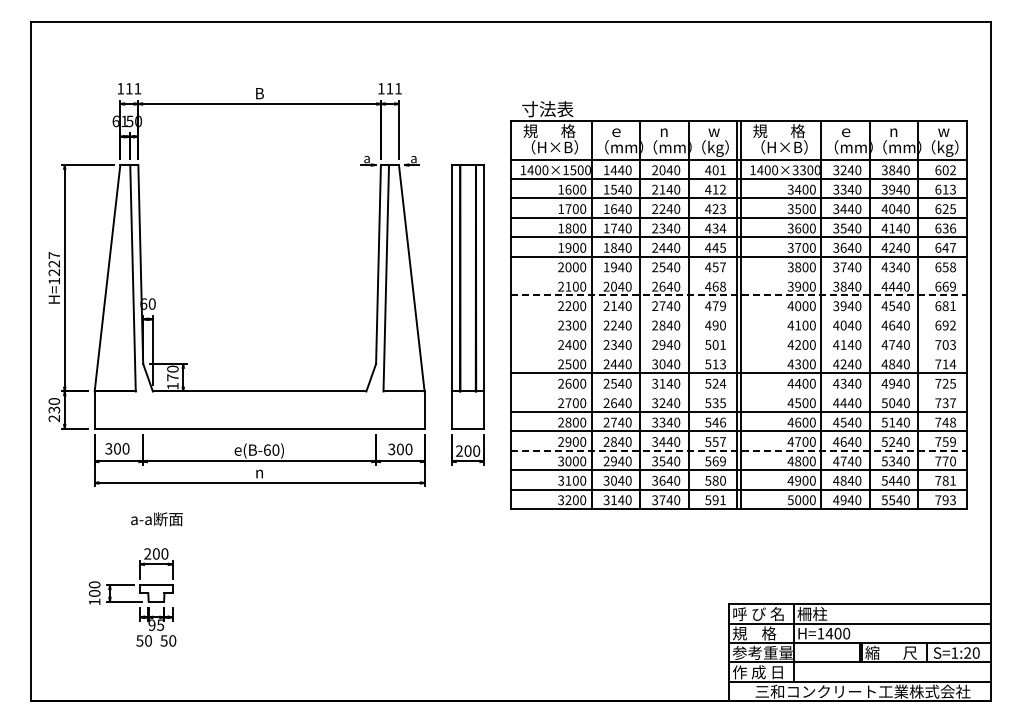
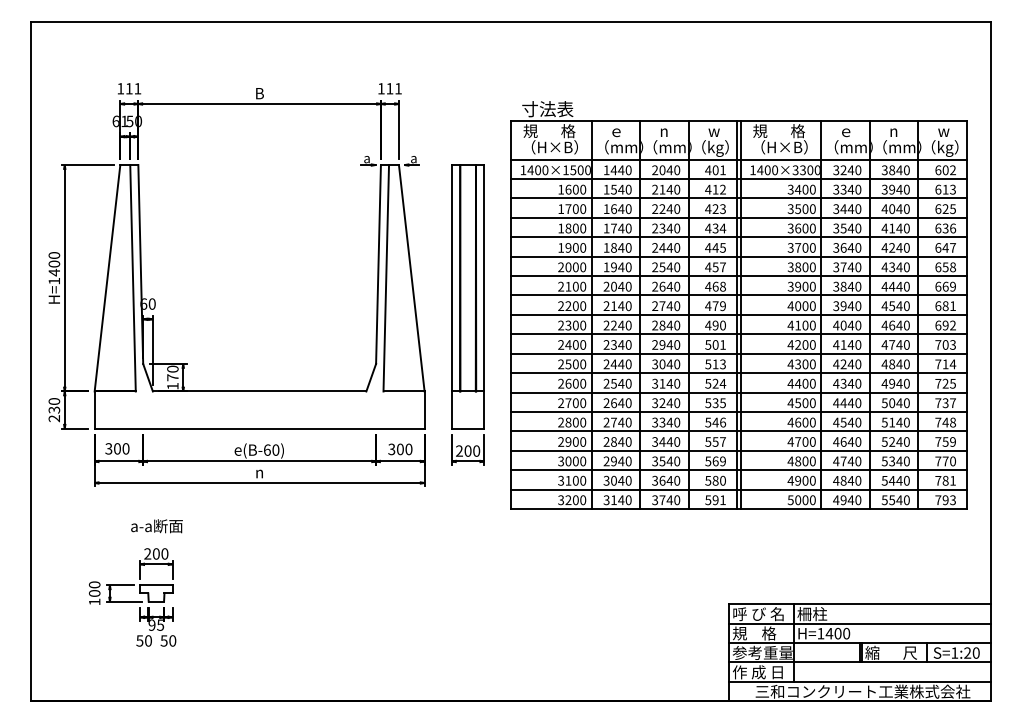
text at (54, 264): H=1227 -> H=1400
line at (738, 276): none -> present
line at (739, 295): dashed -> solid
line at (738, 314): none -> present
line at (738, 334): none -> present
line at (738, 353): none -> present
line at (738, 392): none -> present
line at (739, 450): dashed -> solid
text at (156, 519) position: (156, 519) -> (156, 526)
